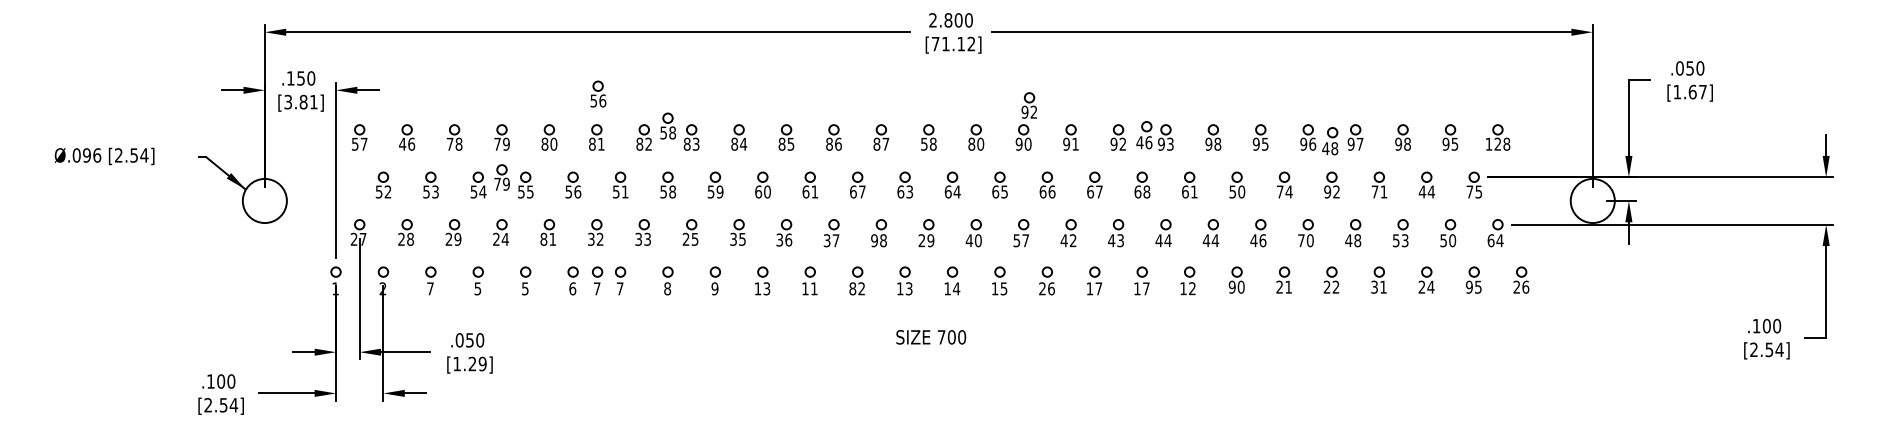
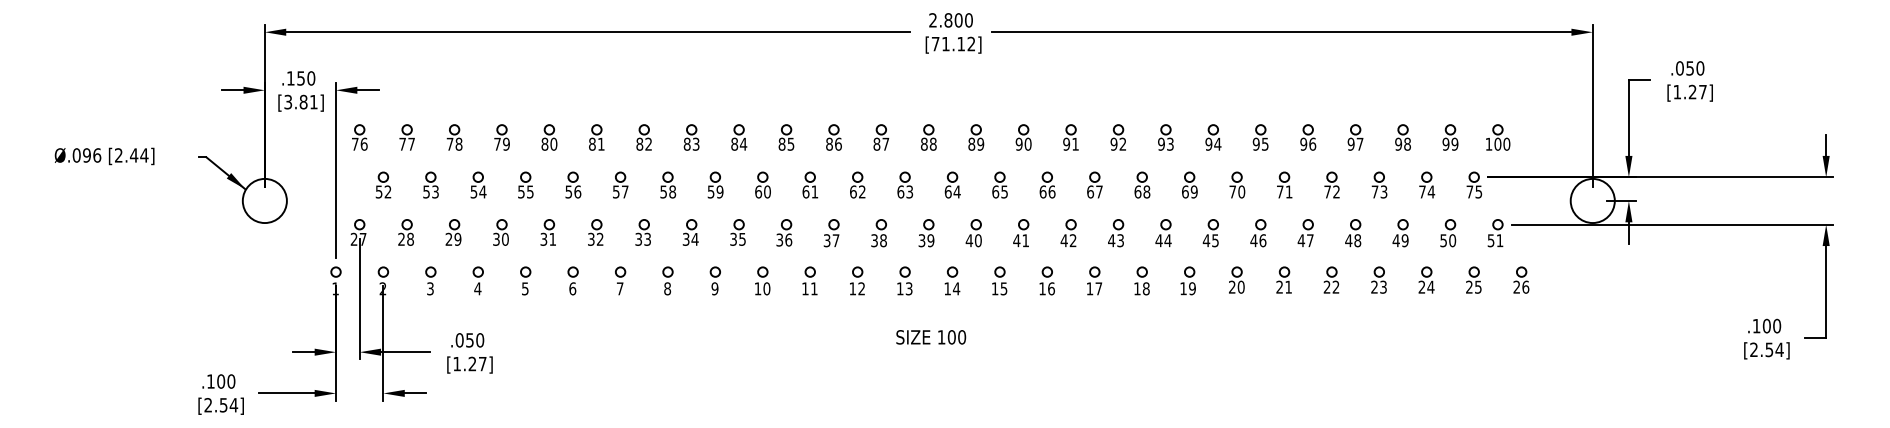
text at (1692, 91): [1.67] -> [1.27]
part at (598, 93): present -> none
part at (1028, 105): present -> none
part at (668, 125): present -> none
part at (1144, 135): present -> none
part at (1330, 141): present -> none
text at (359, 143): 57 -> 76
text at (407, 143): 46 -> 77
text at (924, 143): 58 -> 88
text at (1217, 143): 98 -> 94
text at (1454, 143): 95 -> 99
text at (1502, 143): 128 -> 100
text at (980, 144): 80 -> 89
text at (134, 155): [2.54] -> [2.44]
part at (501, 177): present -> none
text at (625, 191): 51 -> 57
text at (862, 191): 67 -> 62
text at (1193, 191): 61 -> 69
text at (1232, 191): 50 -> 70
text at (1288, 191): 74 -> 71
text at (1327, 191): 92 -> 72
text at (1383, 191): 71 -> 73
text at (1422, 191): 44 -> 74
text at (501, 238): 24 -> 30
text at (543, 239): 81 -> 31
text at (690, 239): 25 -> 34
text at (874, 240): 98 -> 38
text at (921, 240): 29 -> 39
text at (1020, 240): 57 -> 41
text at (1215, 240): 44 -> 45
text at (1305, 240): 70 -> 47
text at (1400, 240): 53 -> 49
text at (1495, 240): 64 -> 51
part at (597, 280): present -> none
text at (1231, 286): 90 -> 20
text at (1378, 286): 31 -> 23
text at (1469, 286): 95 -> 25
text at (430, 288): 7 -> 3
text at (477, 288): 5 -> 4
text at (766, 288): 13 -> 10
text at (852, 288): 82 -> 12
text at (1042, 288): 26 -> 16
text at (1145, 288): 17 -> 18
text at (1192, 288): 12 -> 19
text at (941, 337): 700 -> 100
text at (482, 363): [1.29] -> [1.27]
